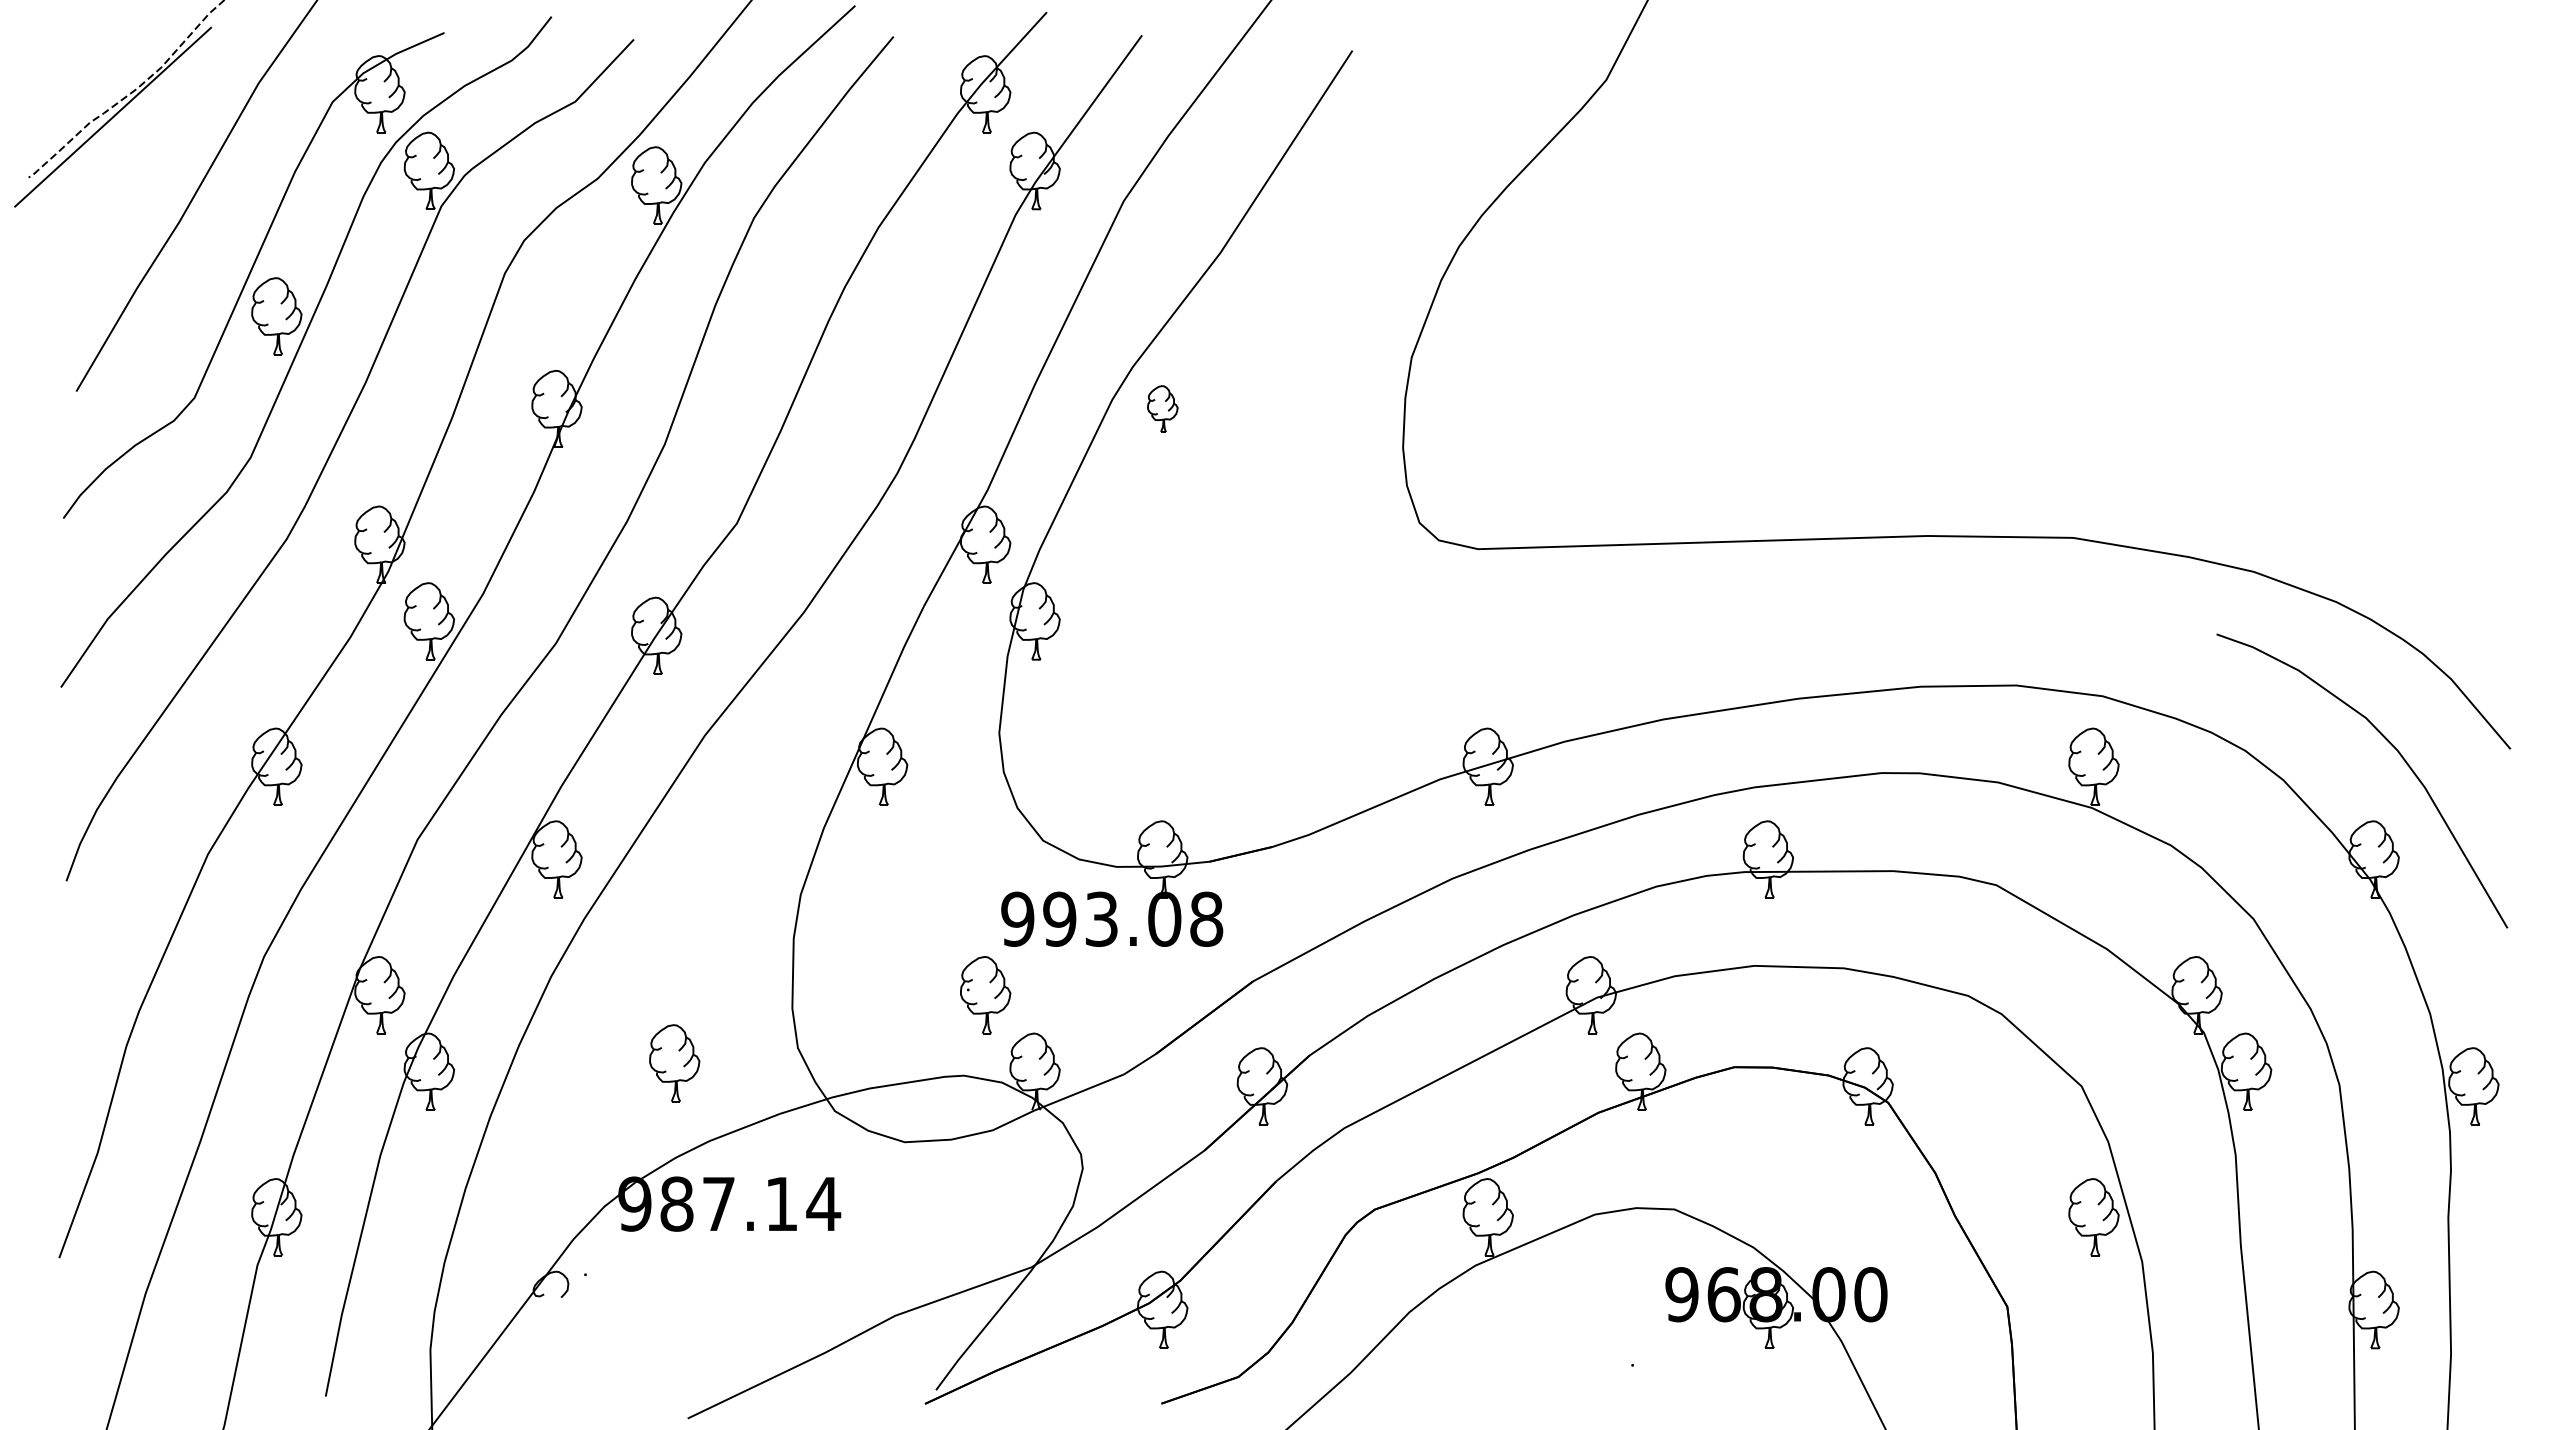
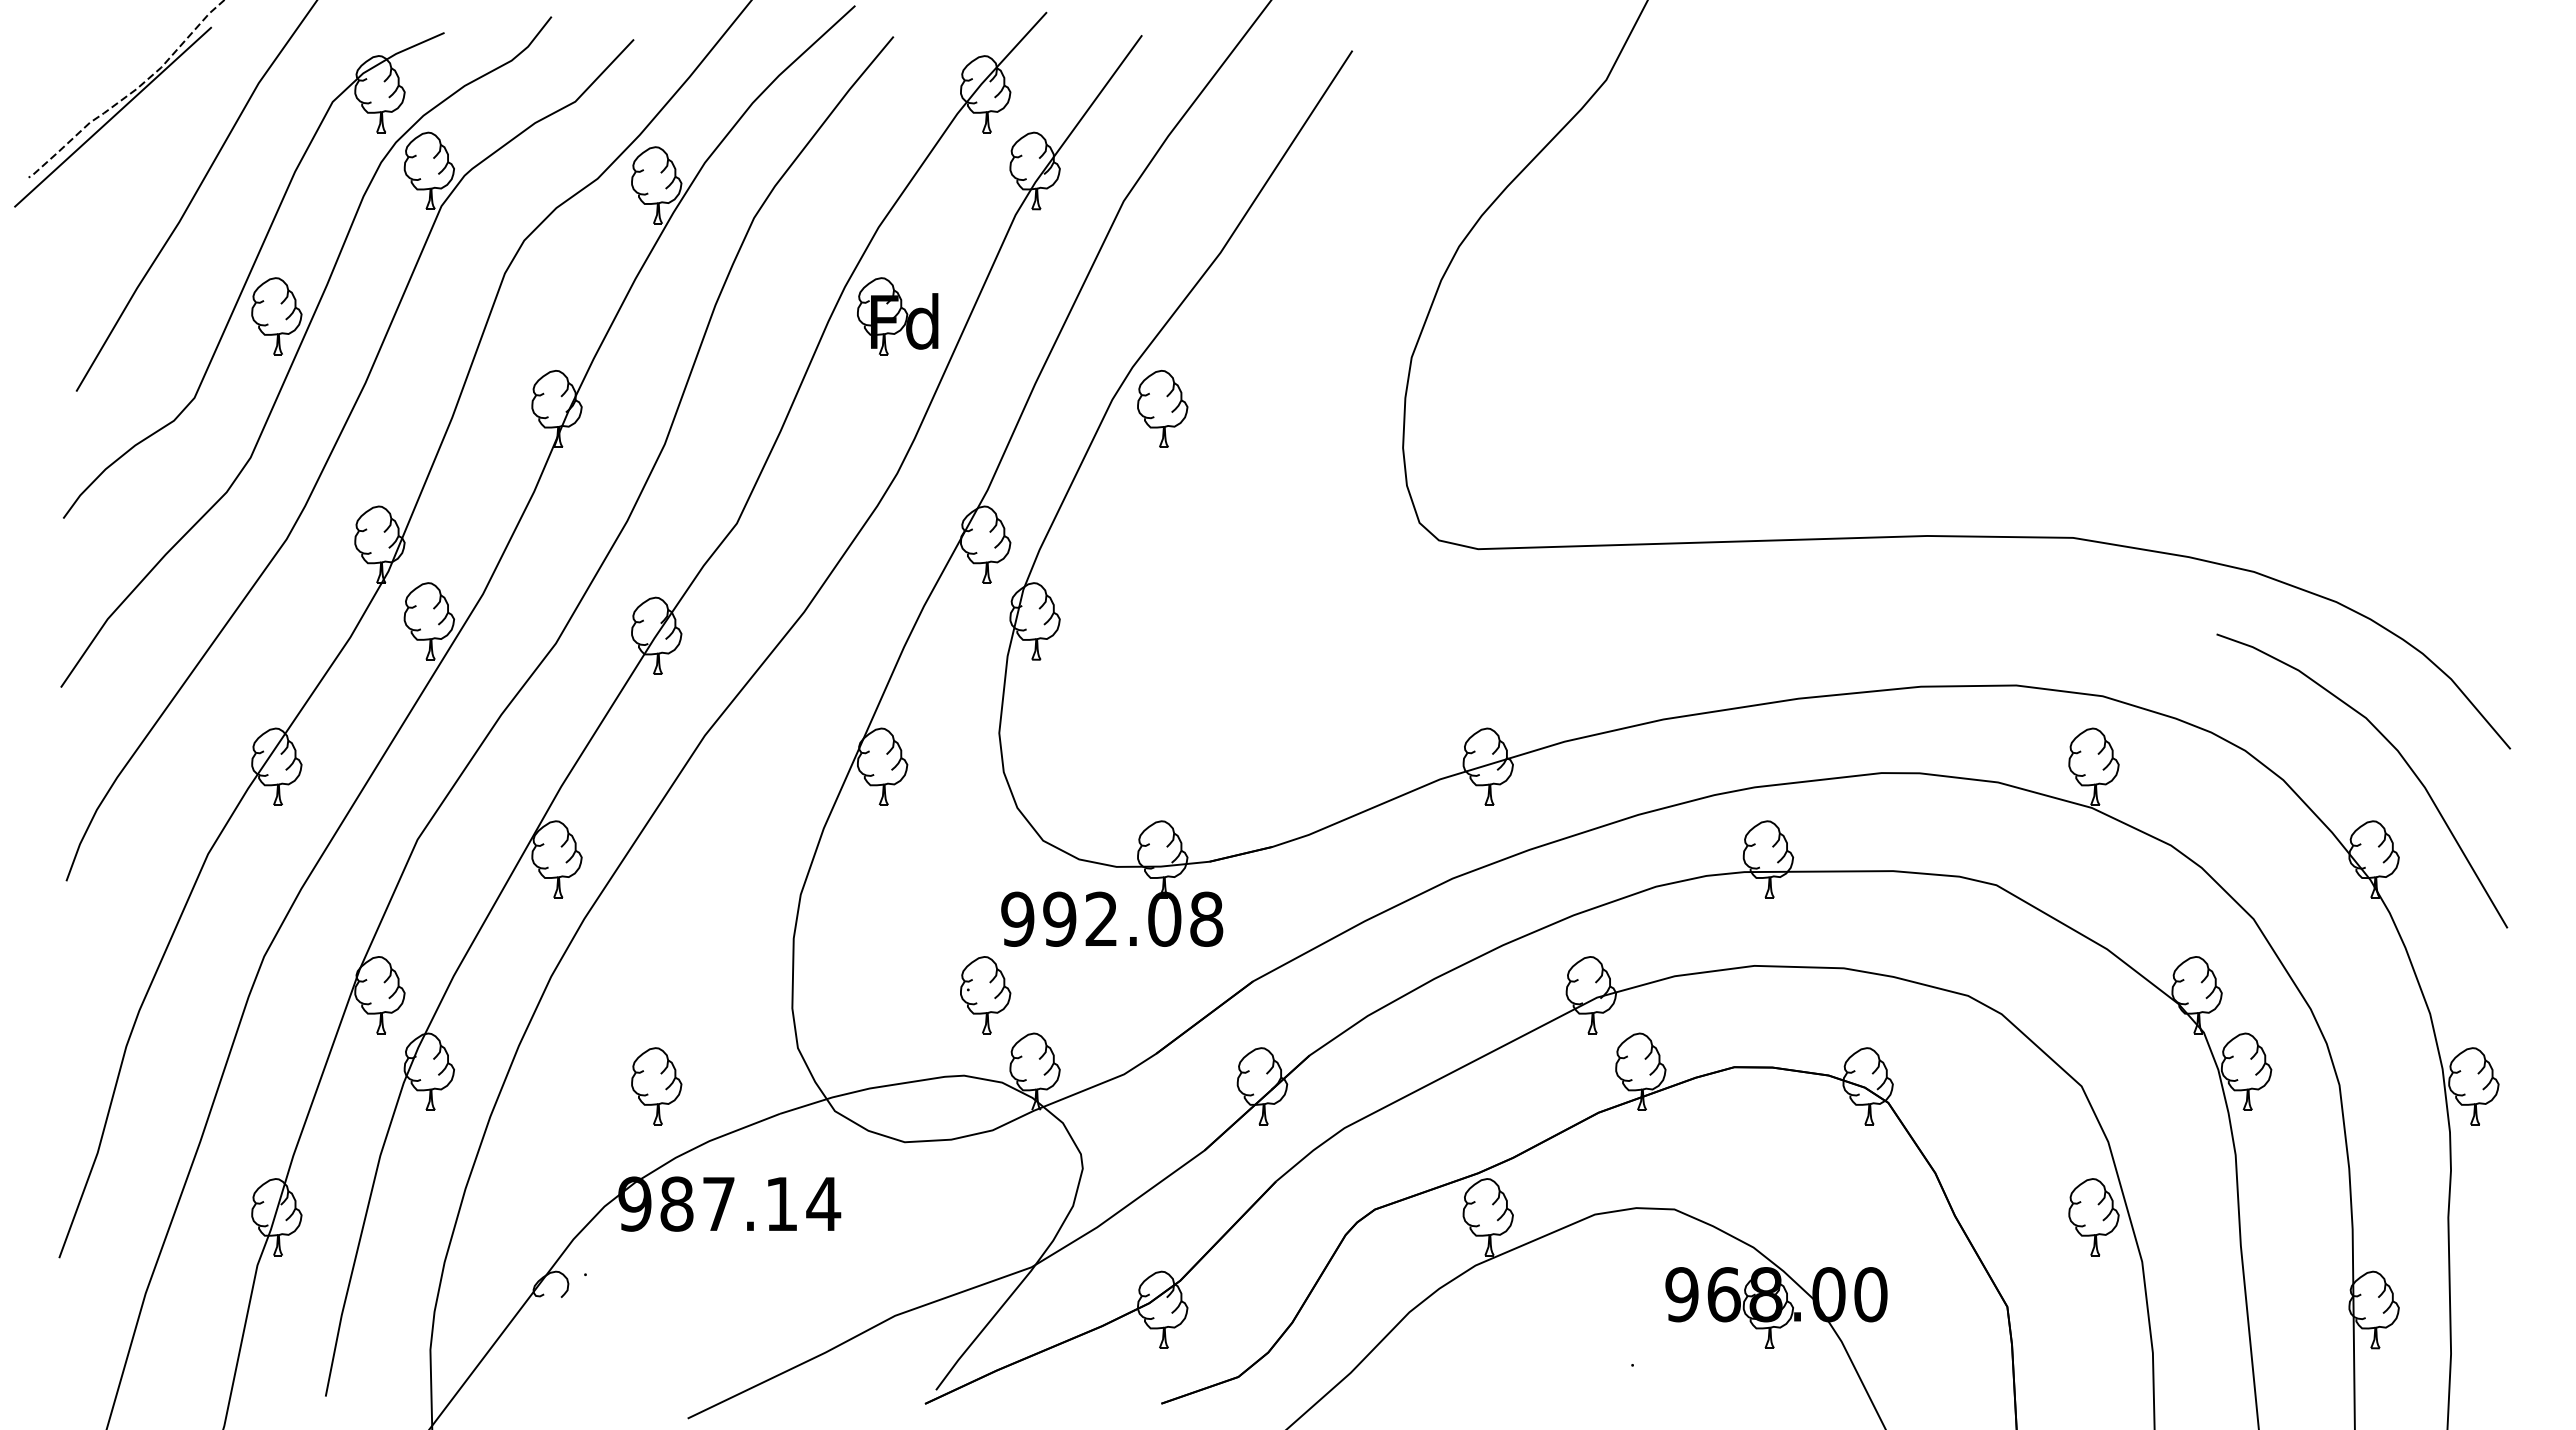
part at (897, 316): none -> present
part at (1162, 408) size: 32x48 px -> 52x78 px
text at (1101, 918): 993.08 -> 992.08
part at (674, 1063) position: (674, 1063) -> (656, 1086)
